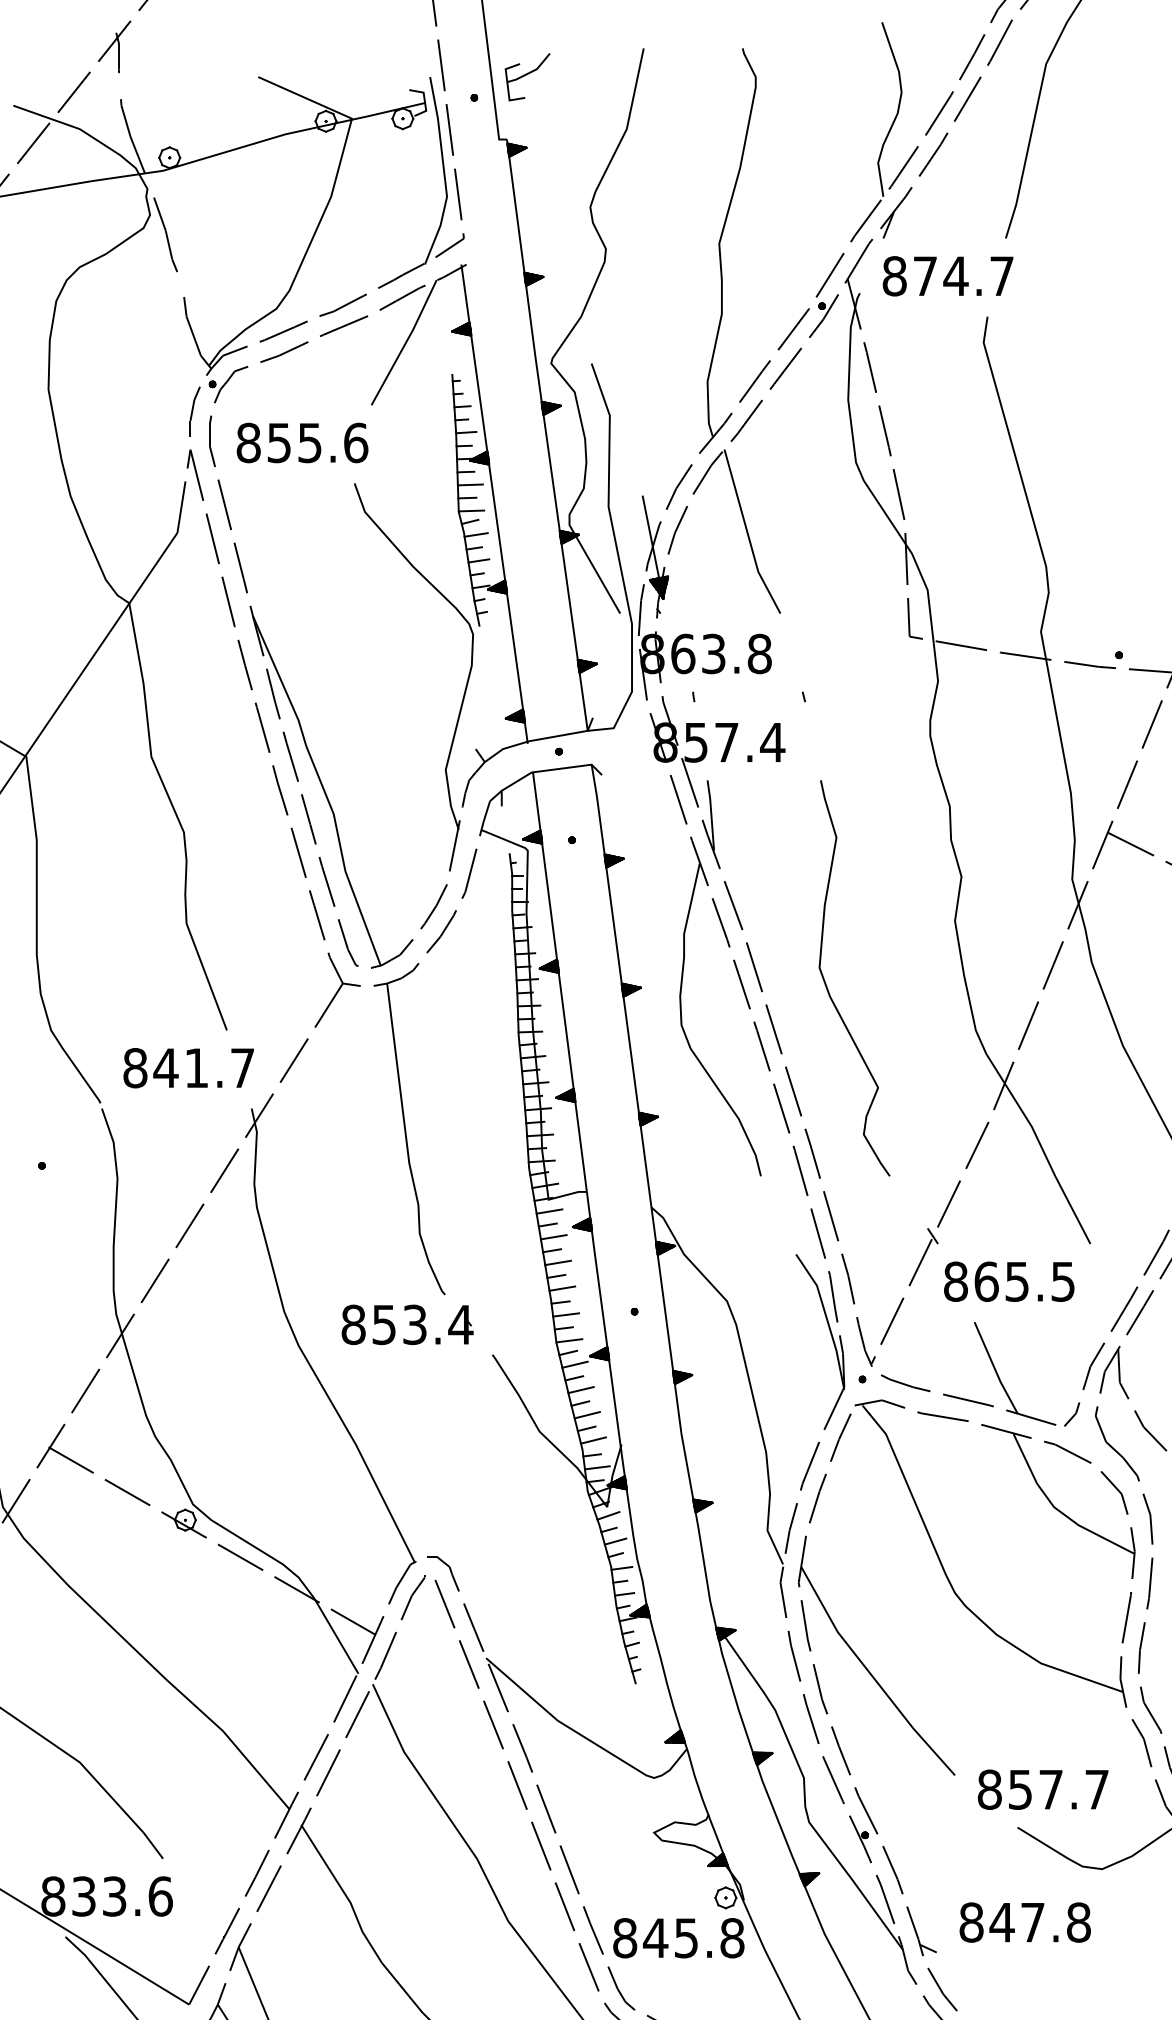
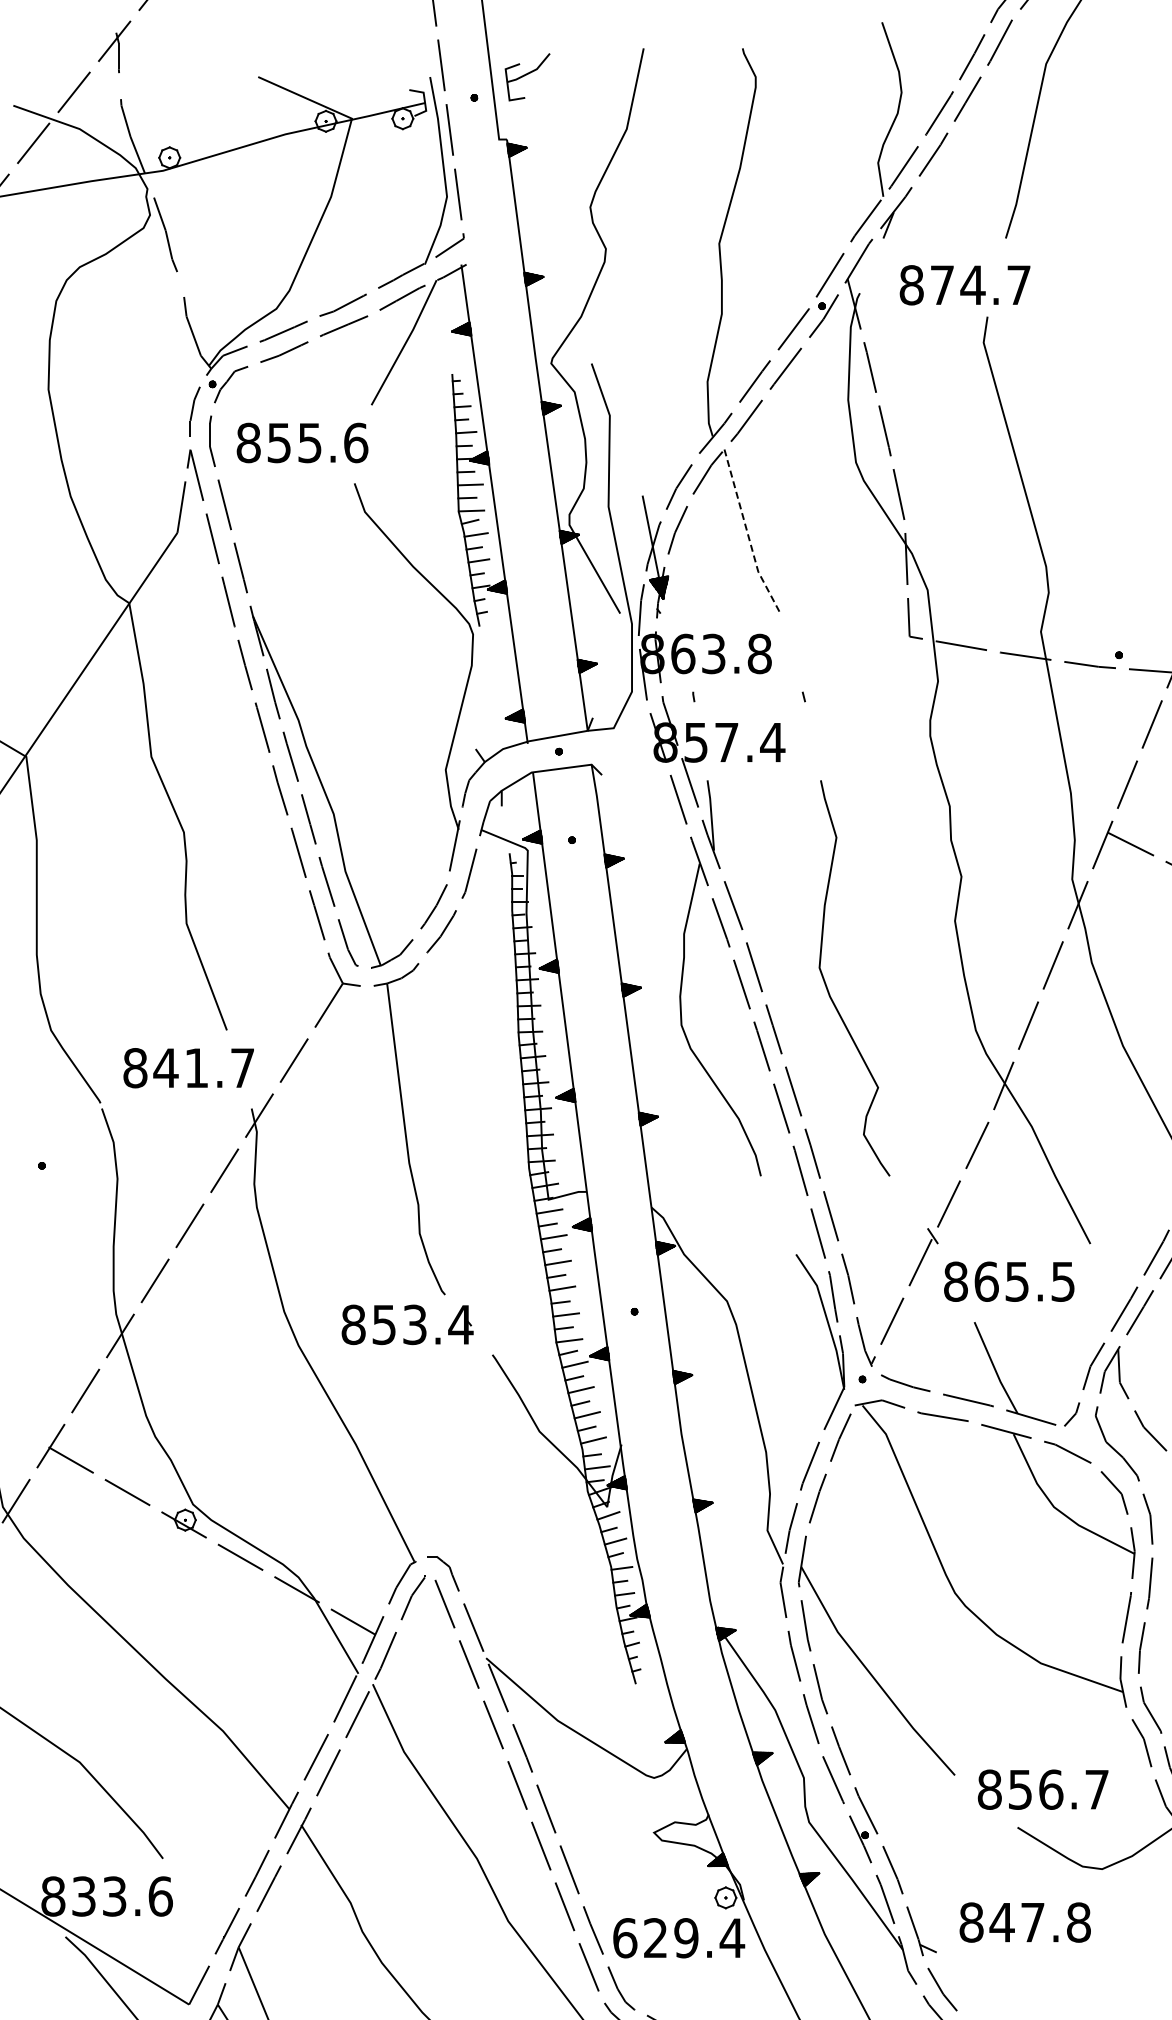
text at (947, 276) position: (947, 276) -> (964, 285)
line at (748, 534): solid -> dashed
text at (1051, 1789): 857.7 -> 856.7
text at (679, 1938): 845.8 -> 629.4
